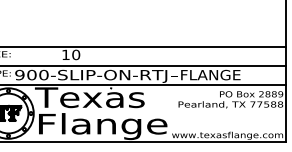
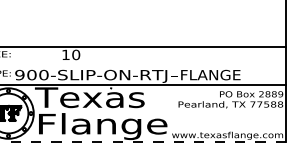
line at (143, 65): present -> none
line at (142, 142): solid -> dashed
